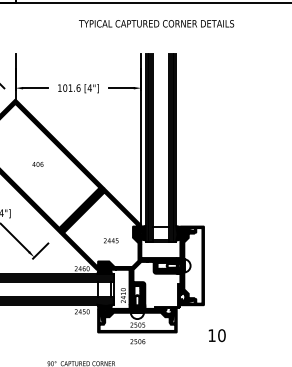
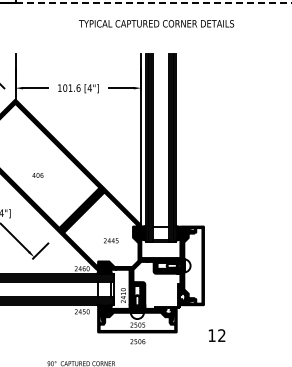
line at (153, 3): solid -> dashed
text at (37, 164) position: (37, 164) -> (37, 175)
text at (221, 335): 10 -> 12
